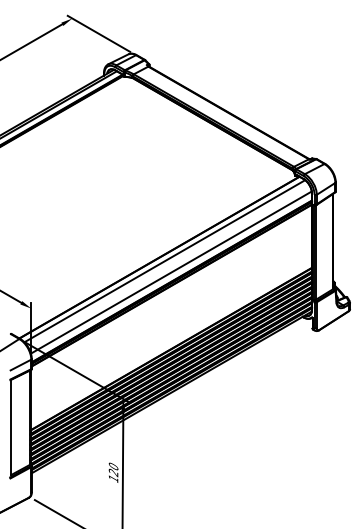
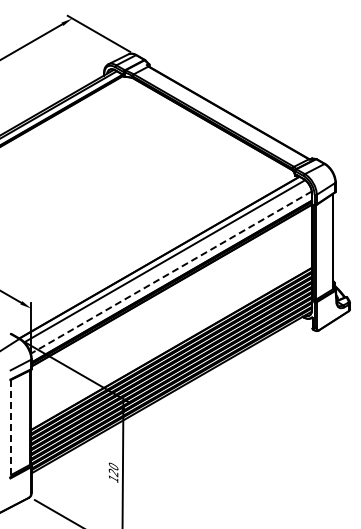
line at (170, 272): solid -> dashed
line at (11, 427): solid -> dashed
